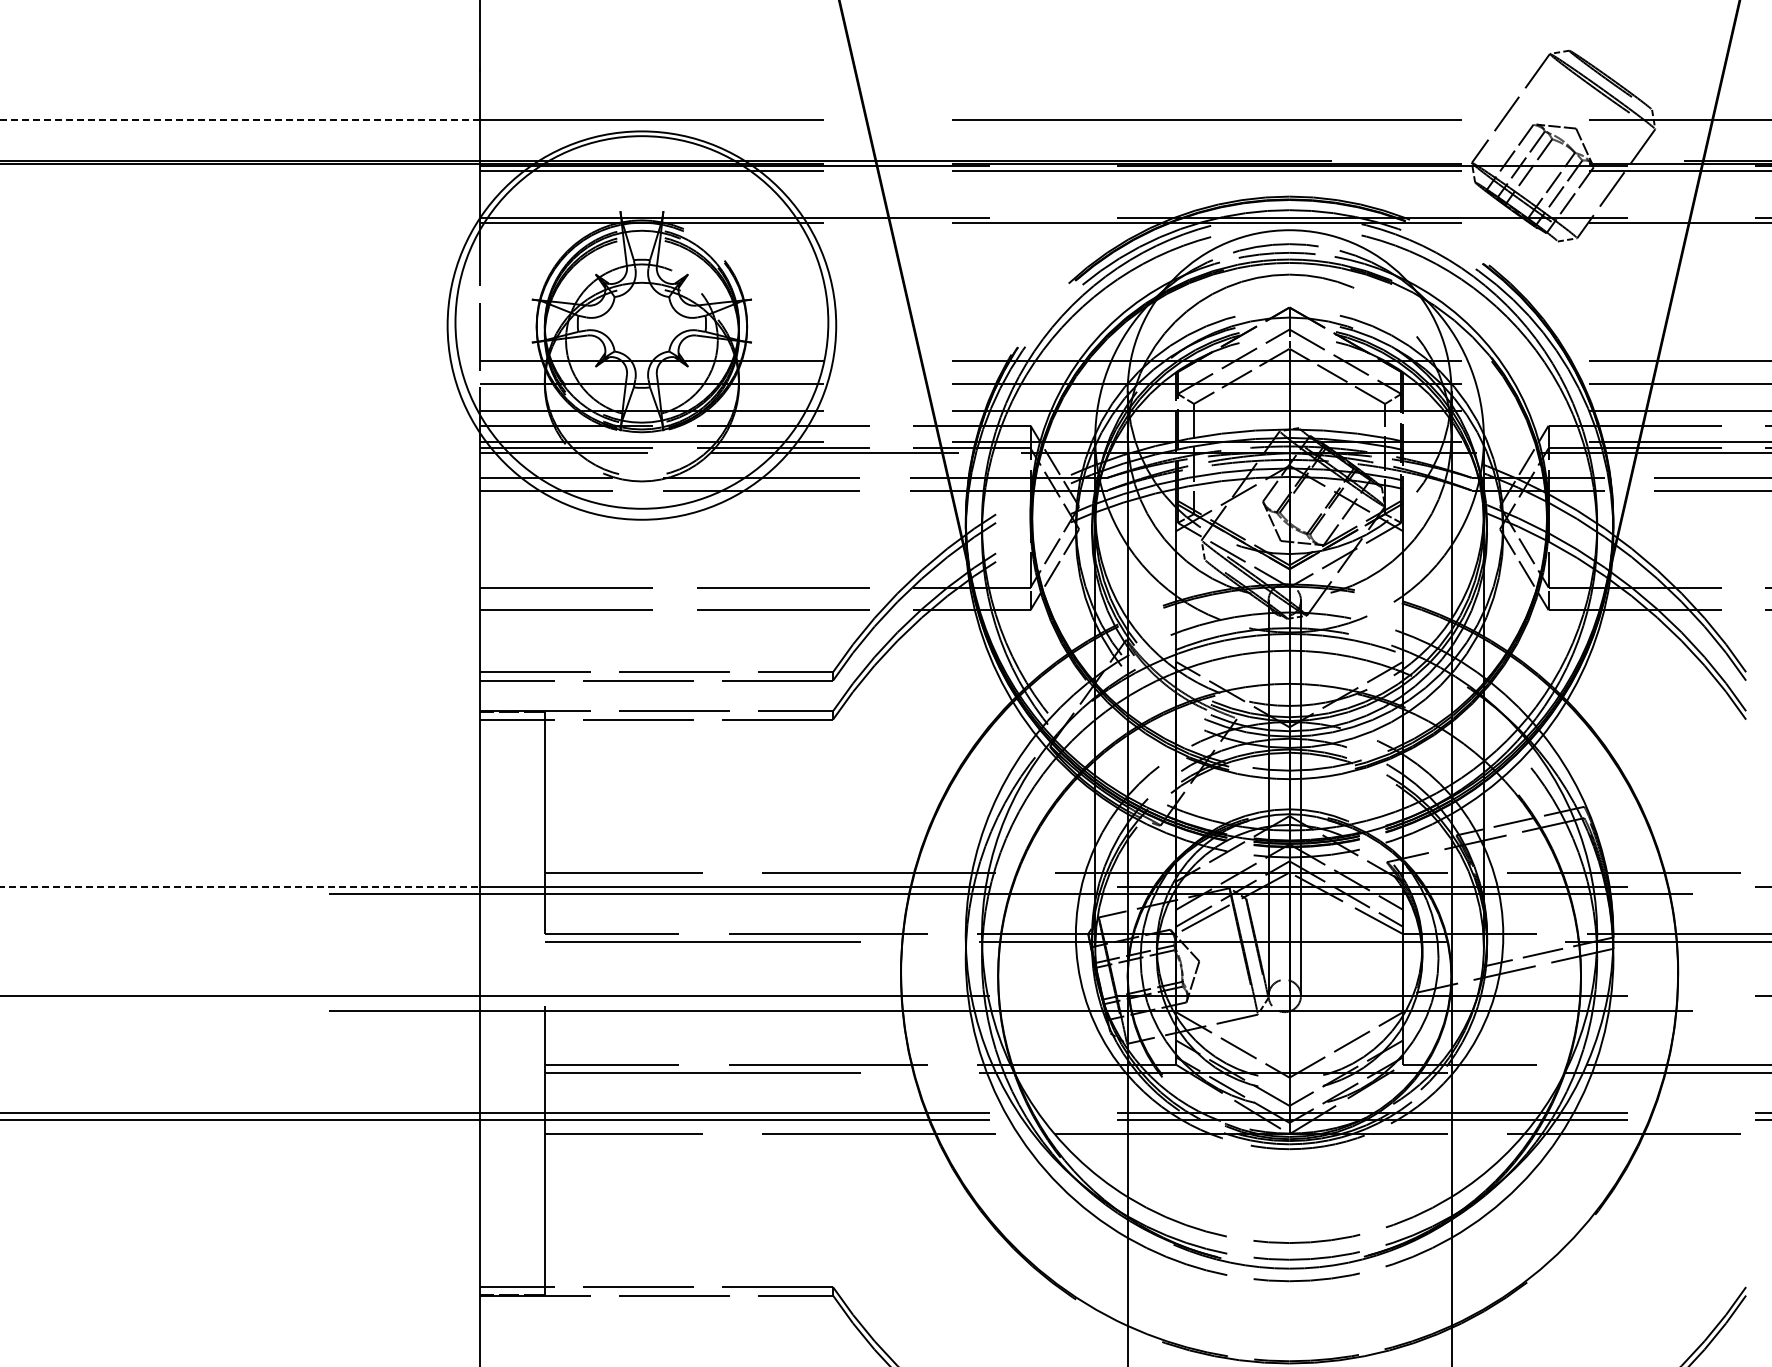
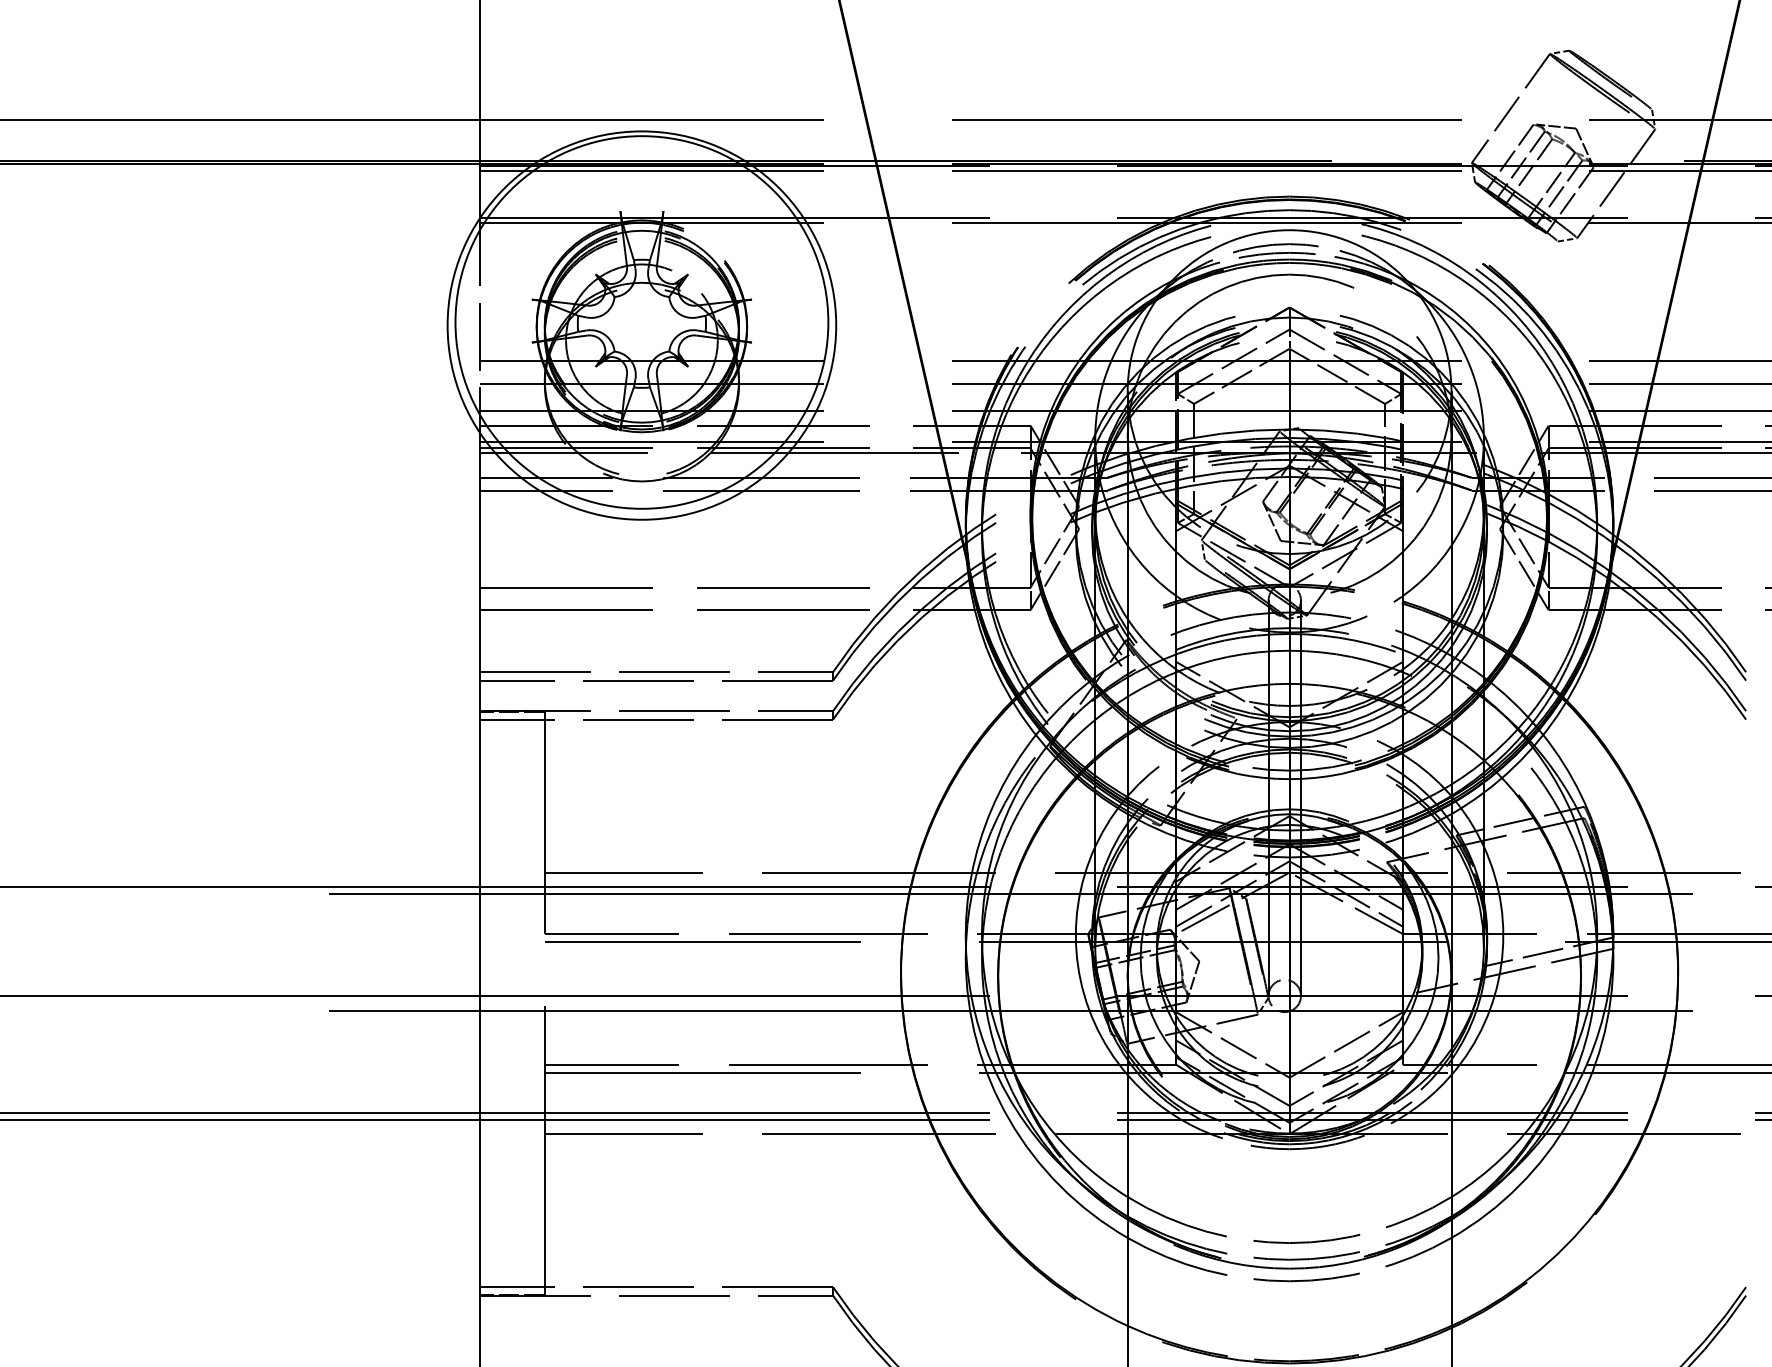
line at (239, 120): dashed -> solid
line at (241, 886): dashed -> solid
